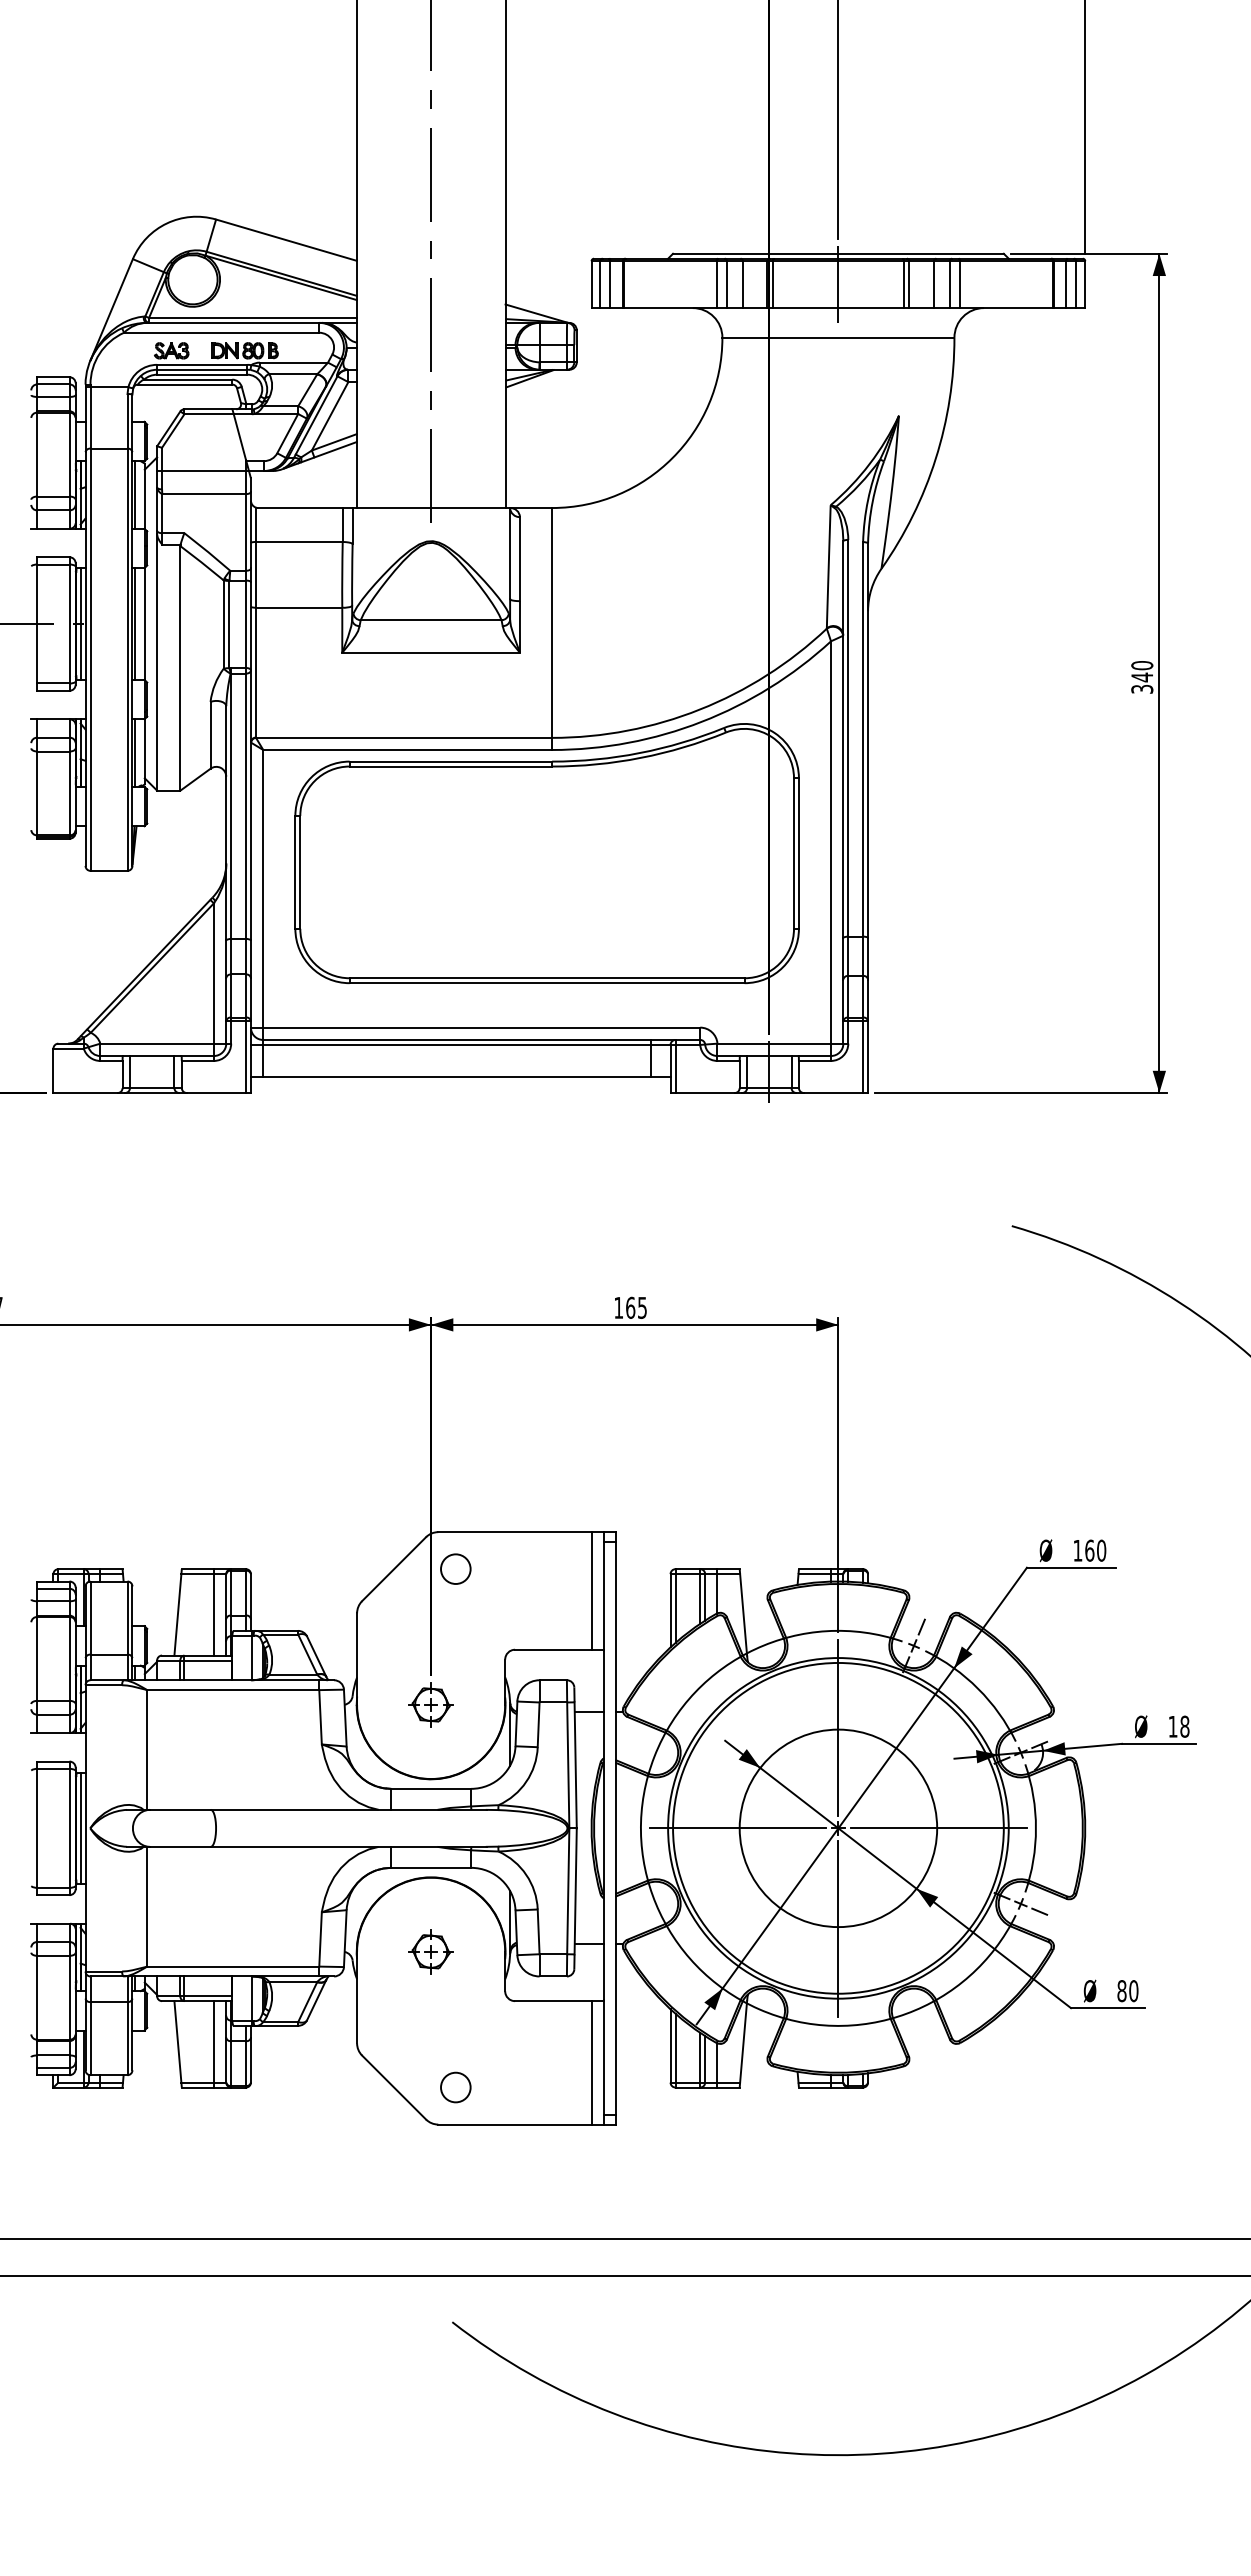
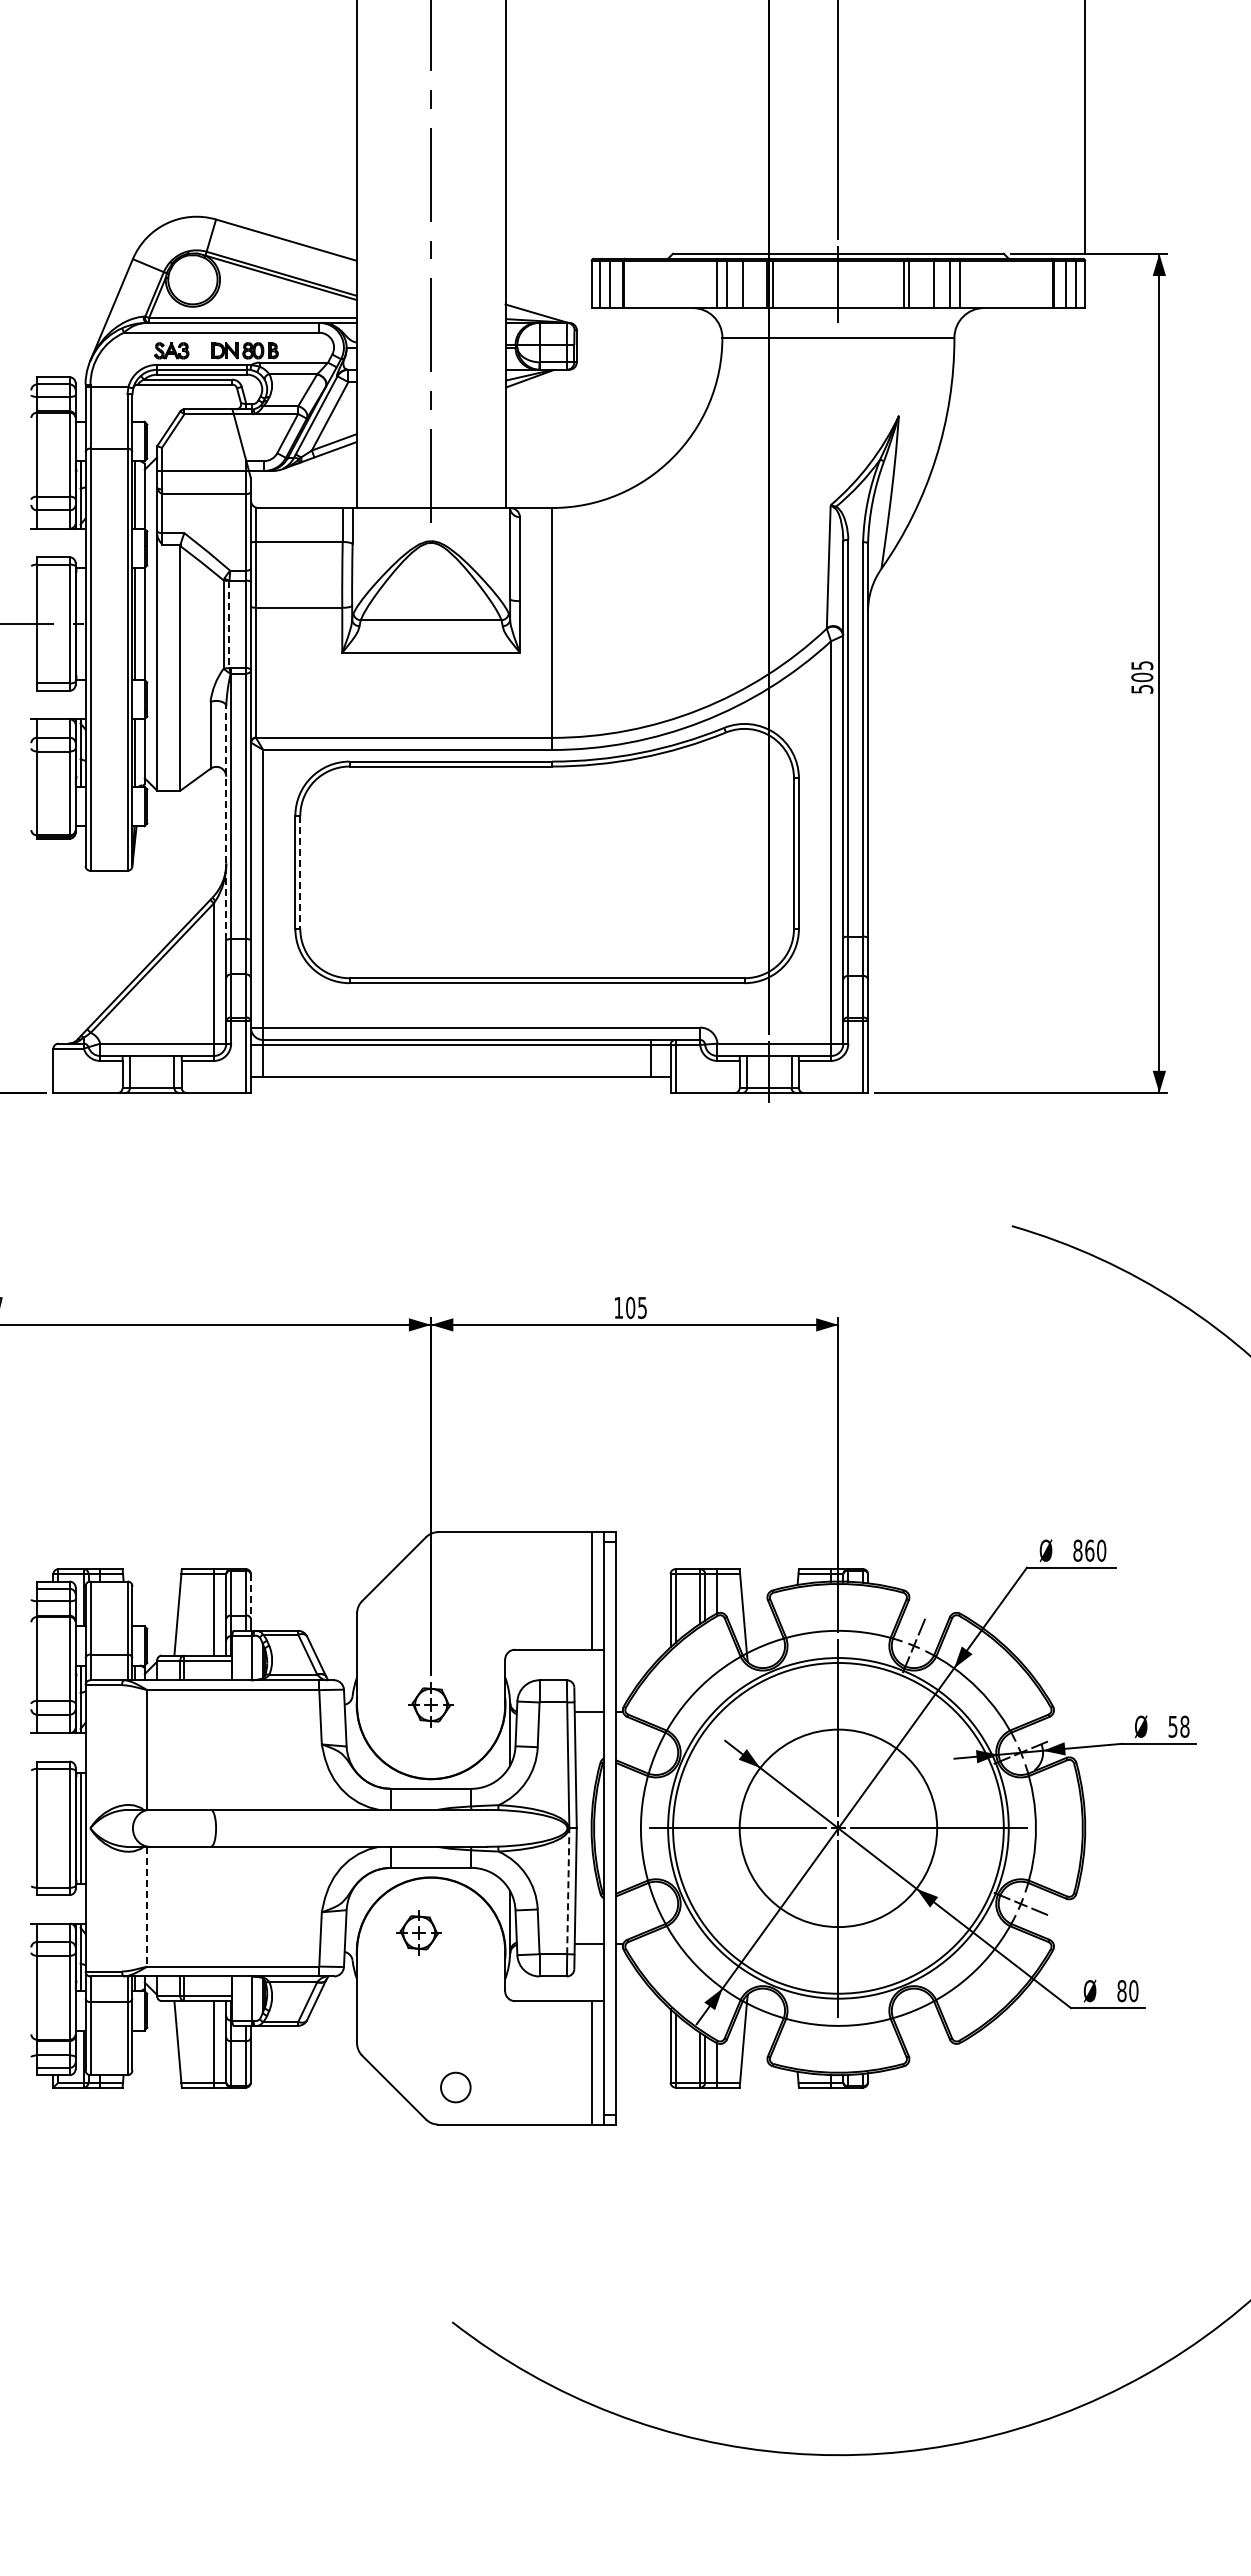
line at (80, 623): present -> none
line at (229, 624): solid -> dashed
text at (1142, 677): 340 -> 505
line at (226, 822): solid -> dashed
line at (300, 872): solid -> dashed
text at (630, 1307): 165 -> 105
text at (1077, 1550): 160 -> 860
circle at (455, 1568): present -> none
line at (250, 1597): solid -> dashed
text at (1172, 1726): 18 -> 58
line at (568, 1891): solid -> dashed
line at (147, 1906): solid -> dashed
part at (430, 1951) position: (430, 1951) -> (418, 1932)
line at (624, 2239): present -> none
line at (624, 2276): present -> none
